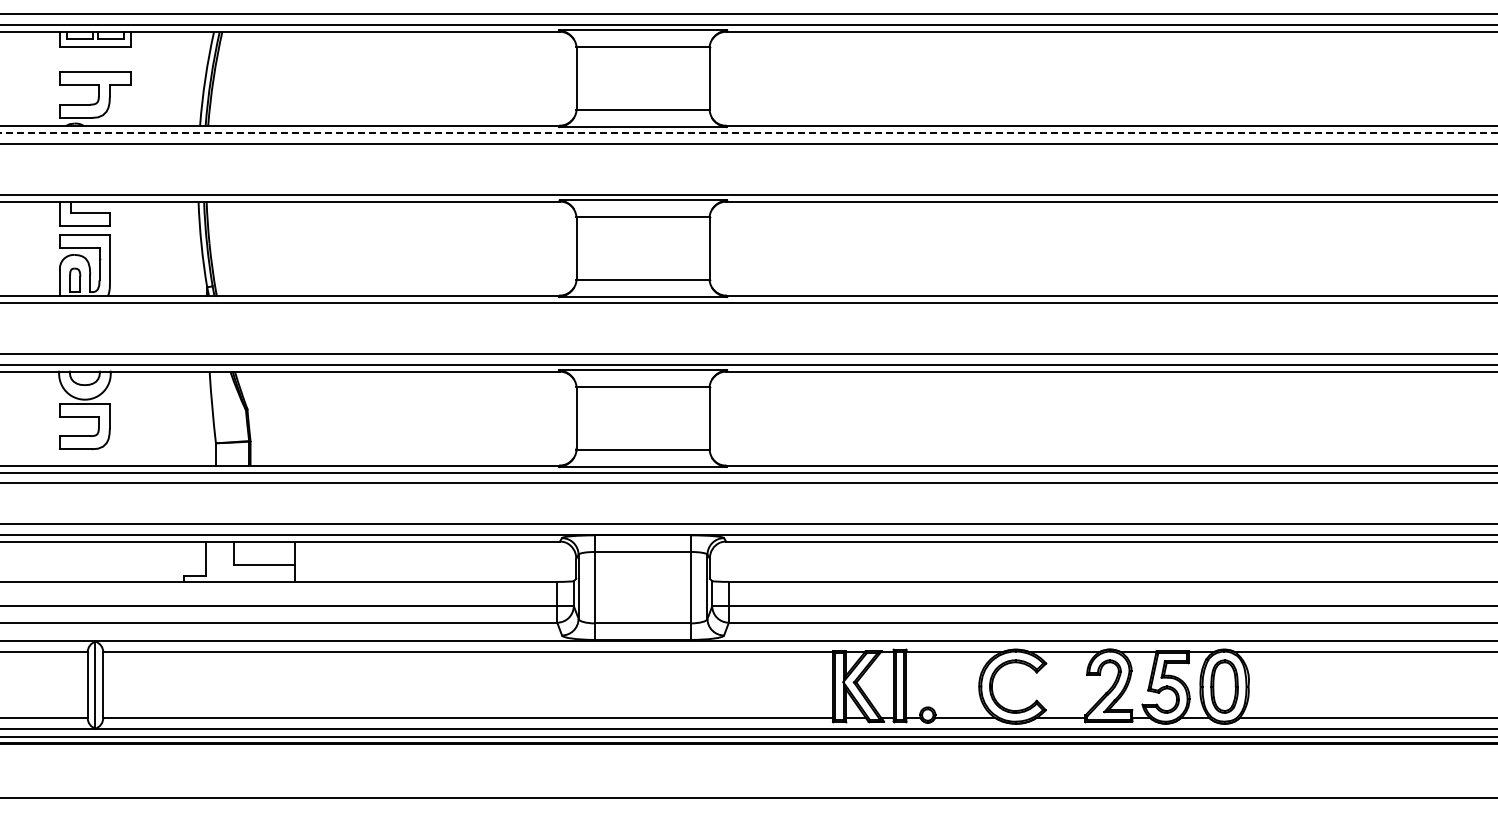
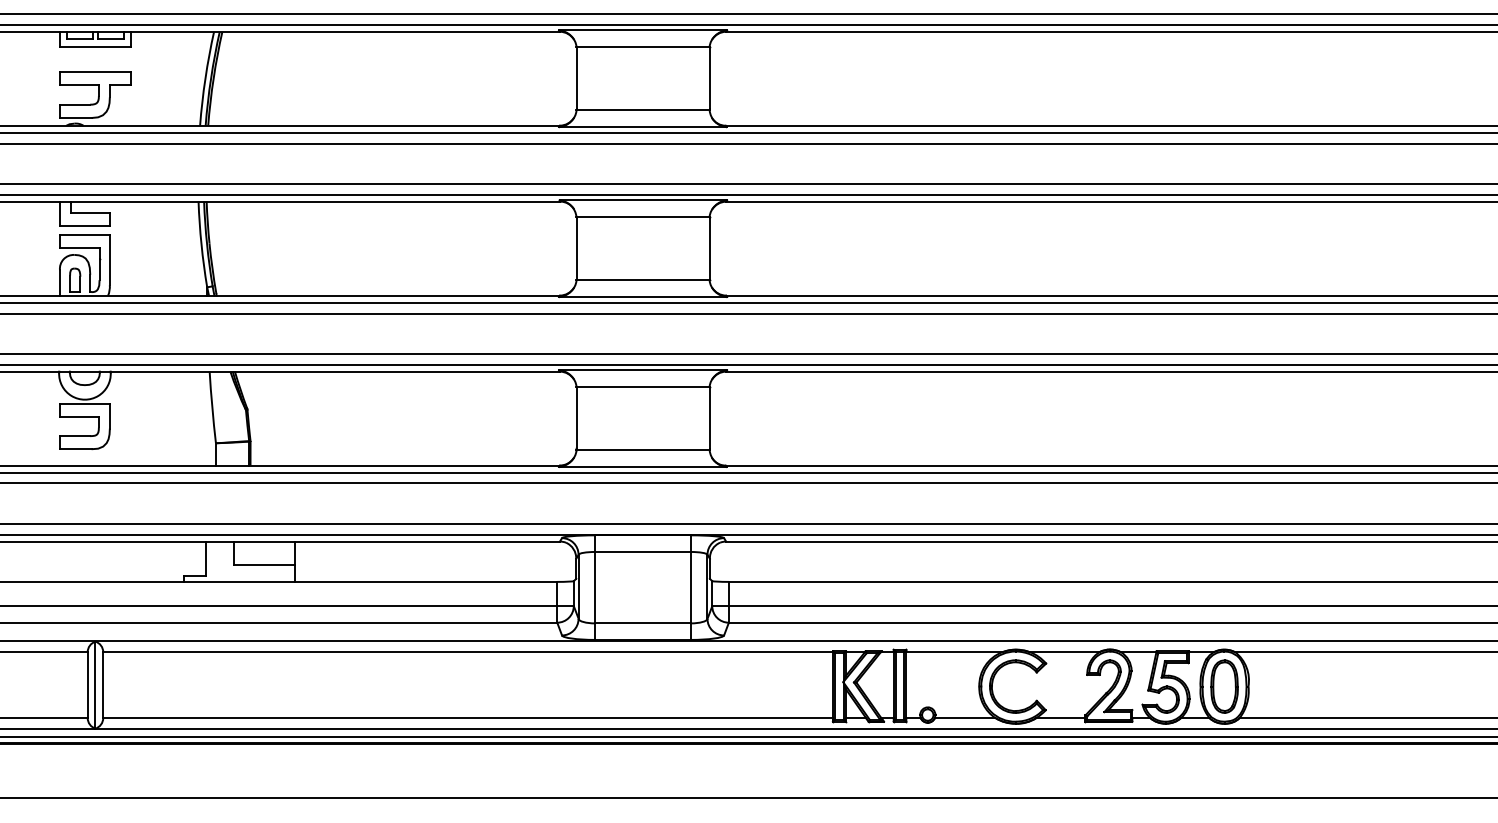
line at (748, 132): dashed -> solid
line at (748, 183): none -> present
line at (748, 313): none -> present
